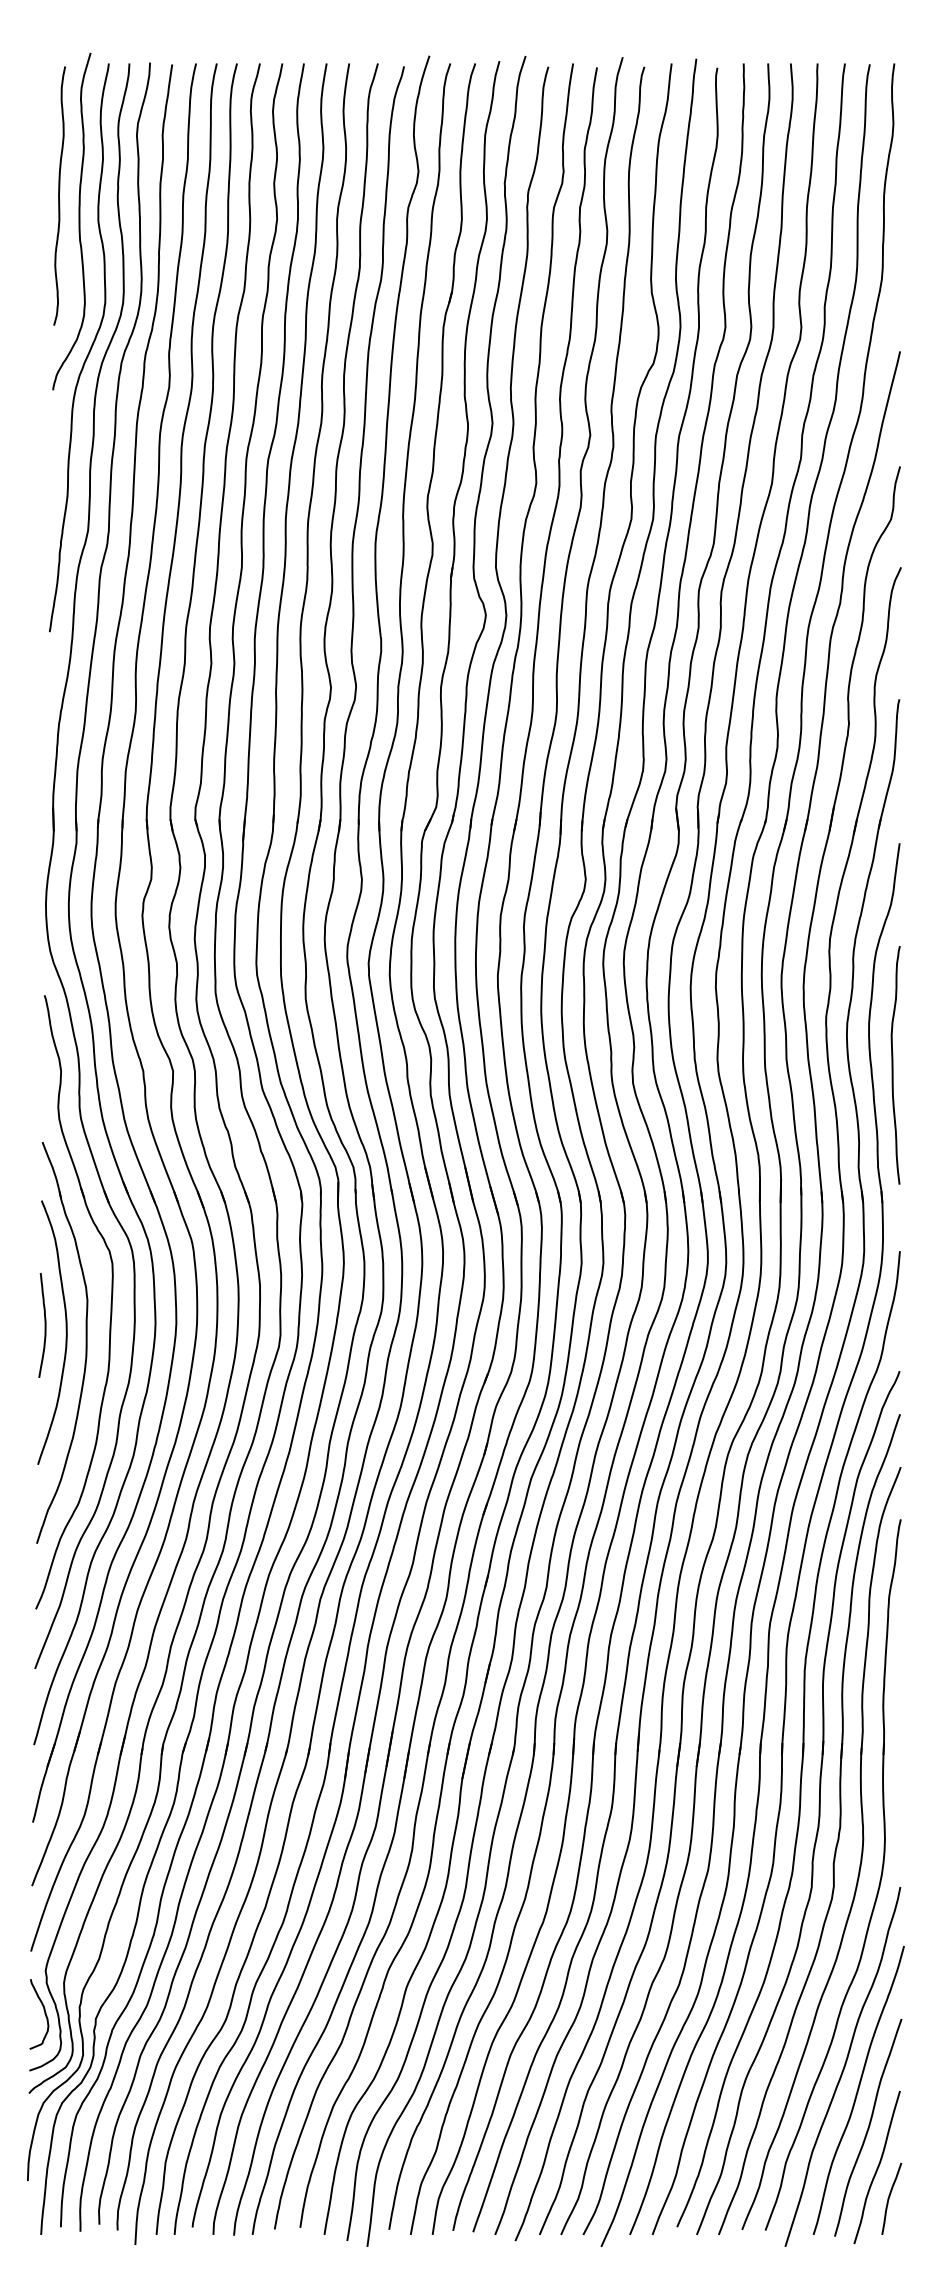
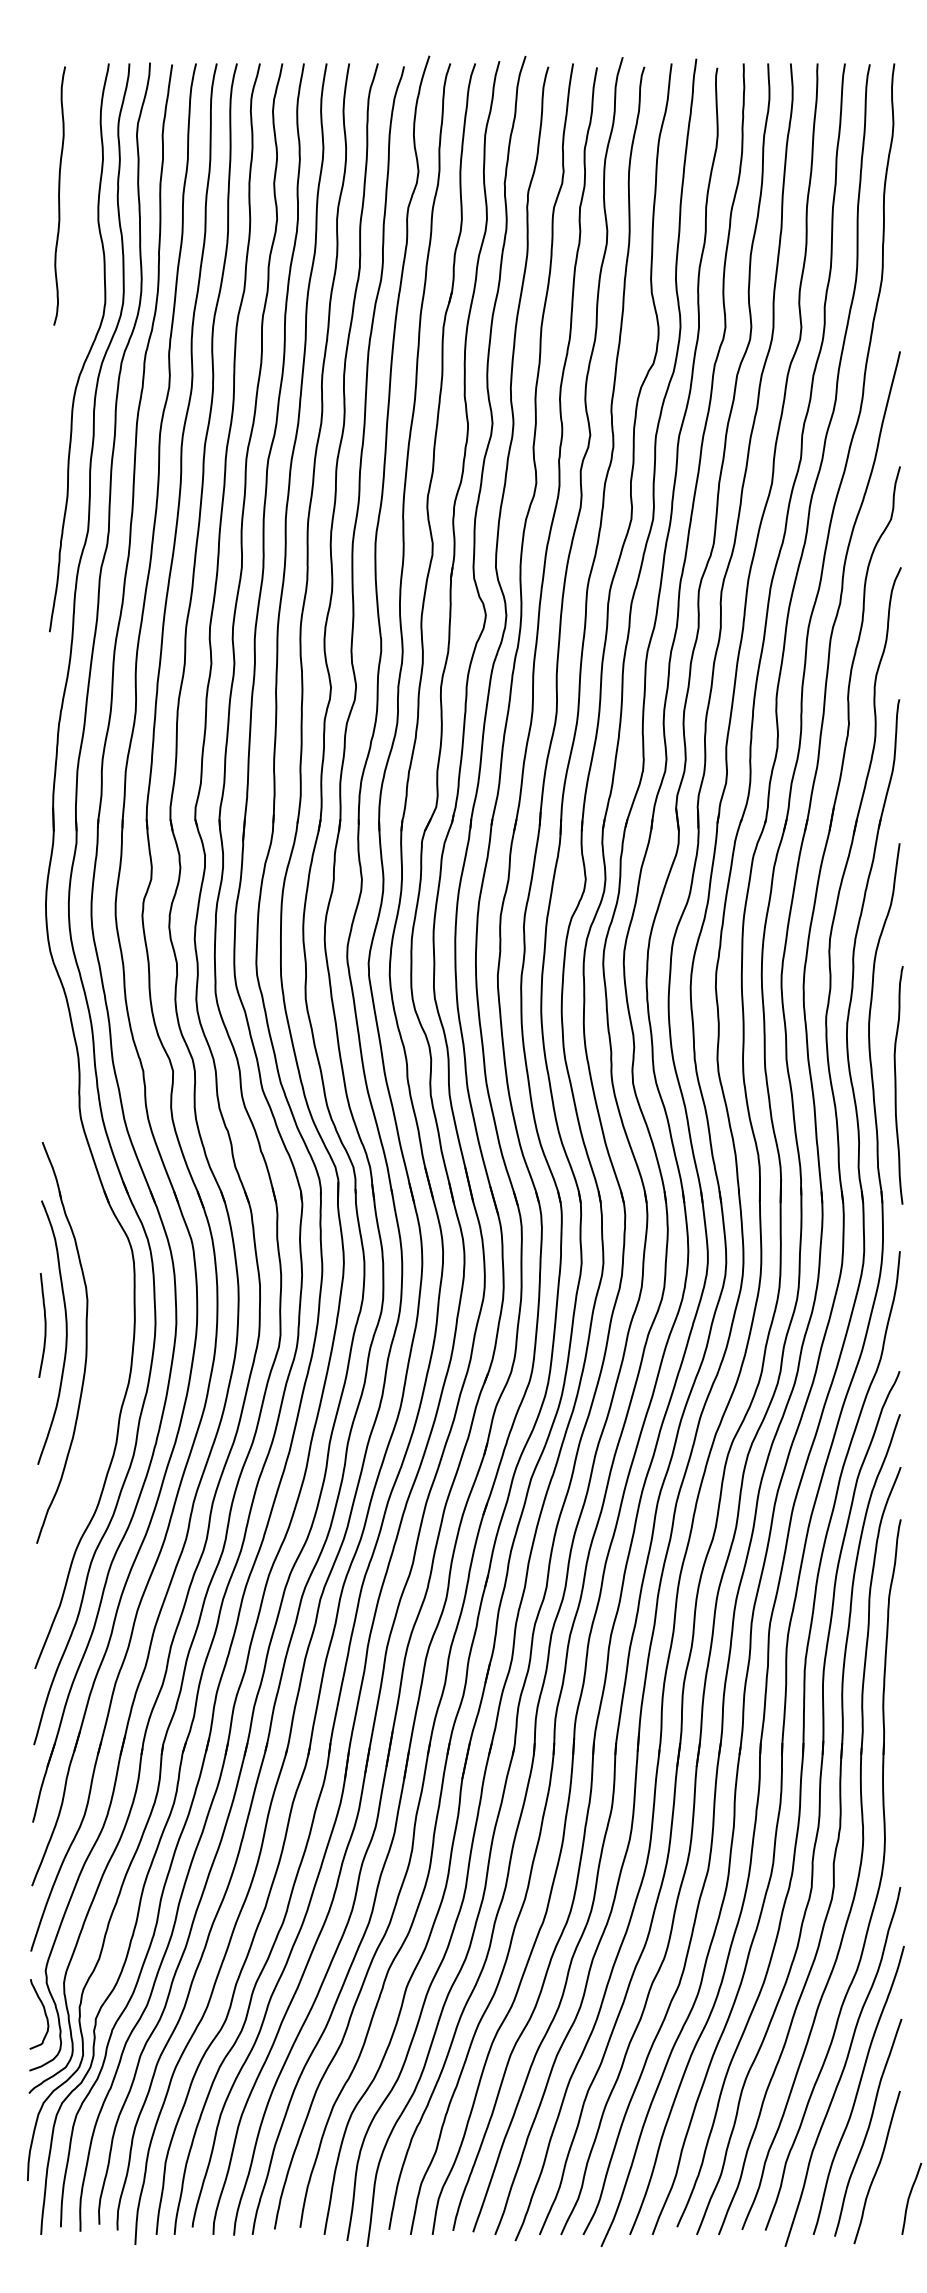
curve at (78, 221): present -> none
curve at (893, 1065) position: (893, 1065) -> (896, 1085)
part at (110, 1302): present -> none
curve at (889, 2198) position: (889, 2198) -> (909, 2198)
